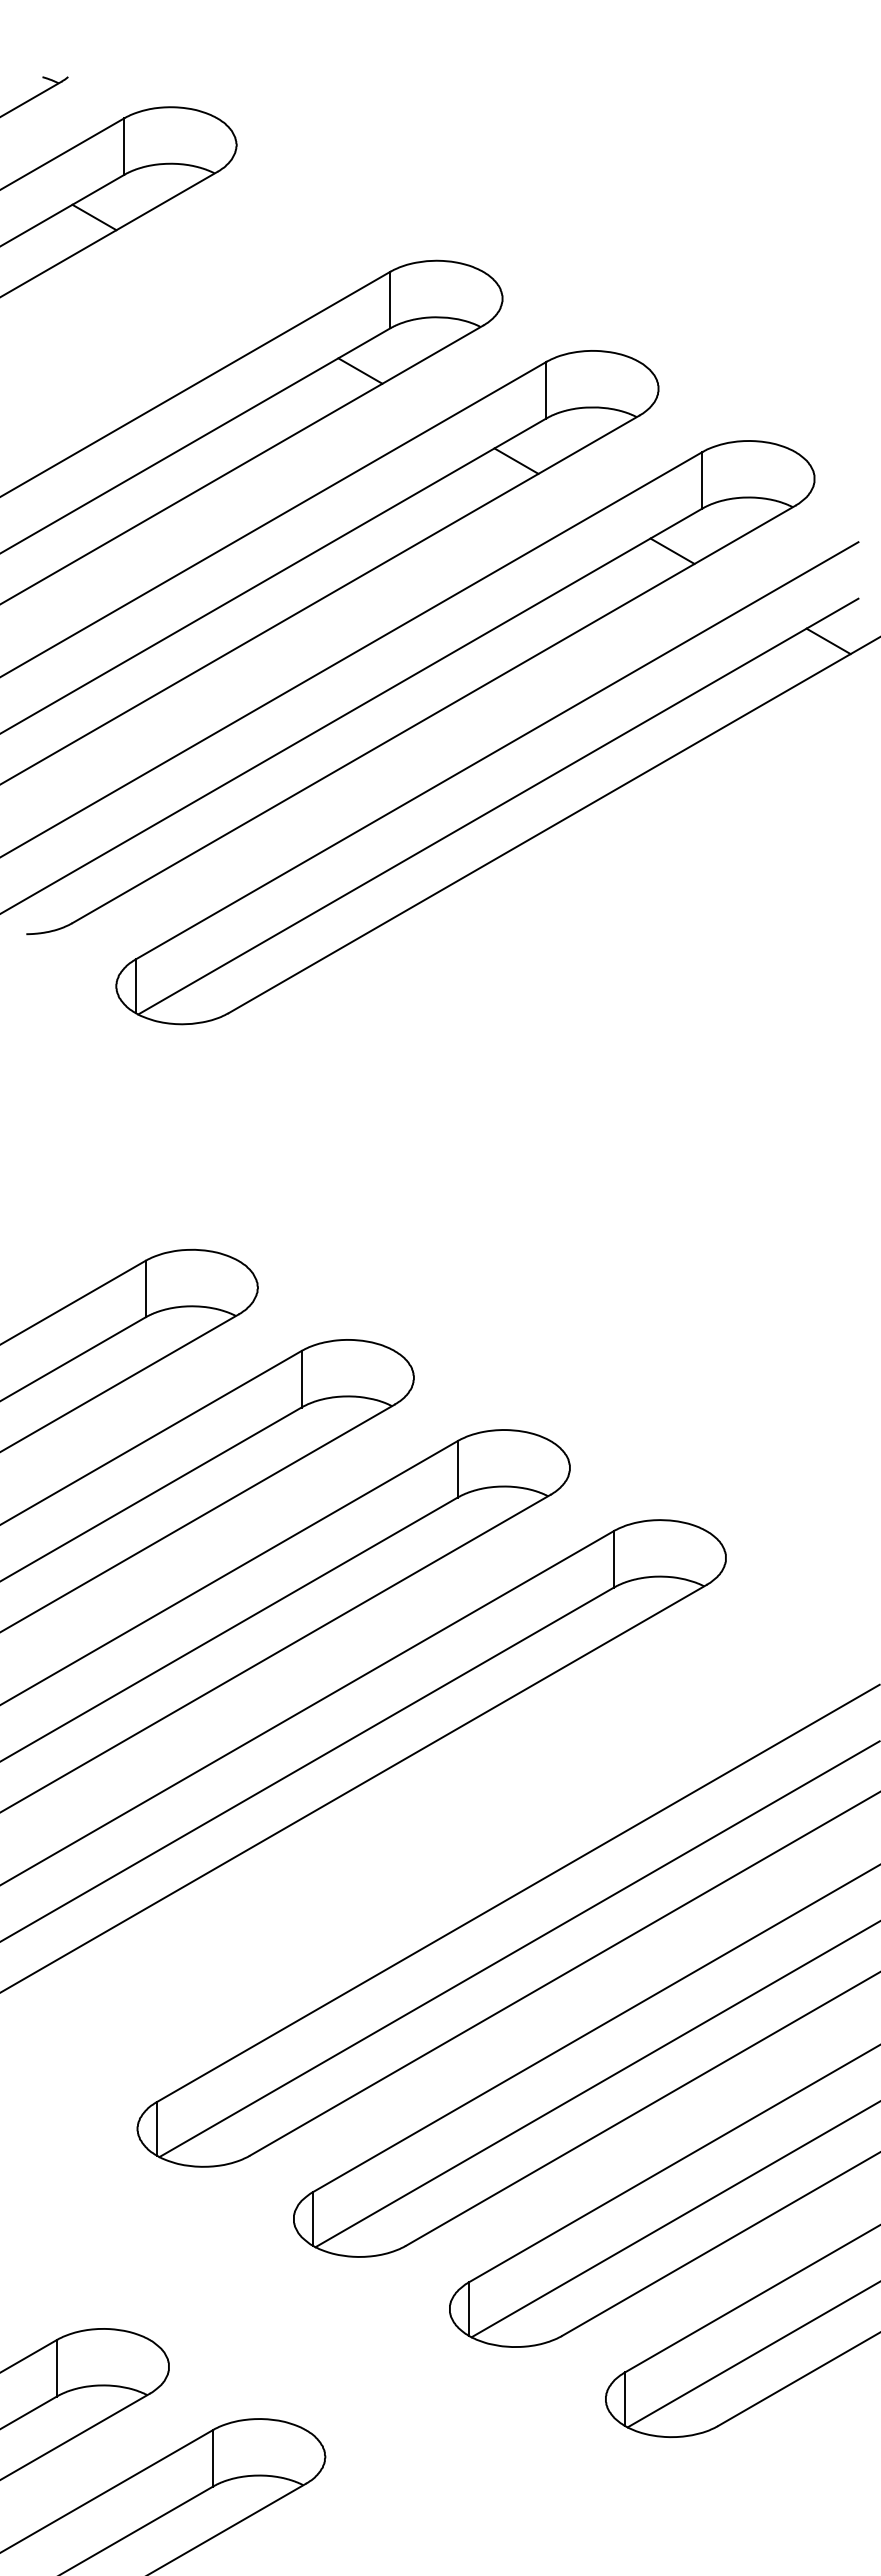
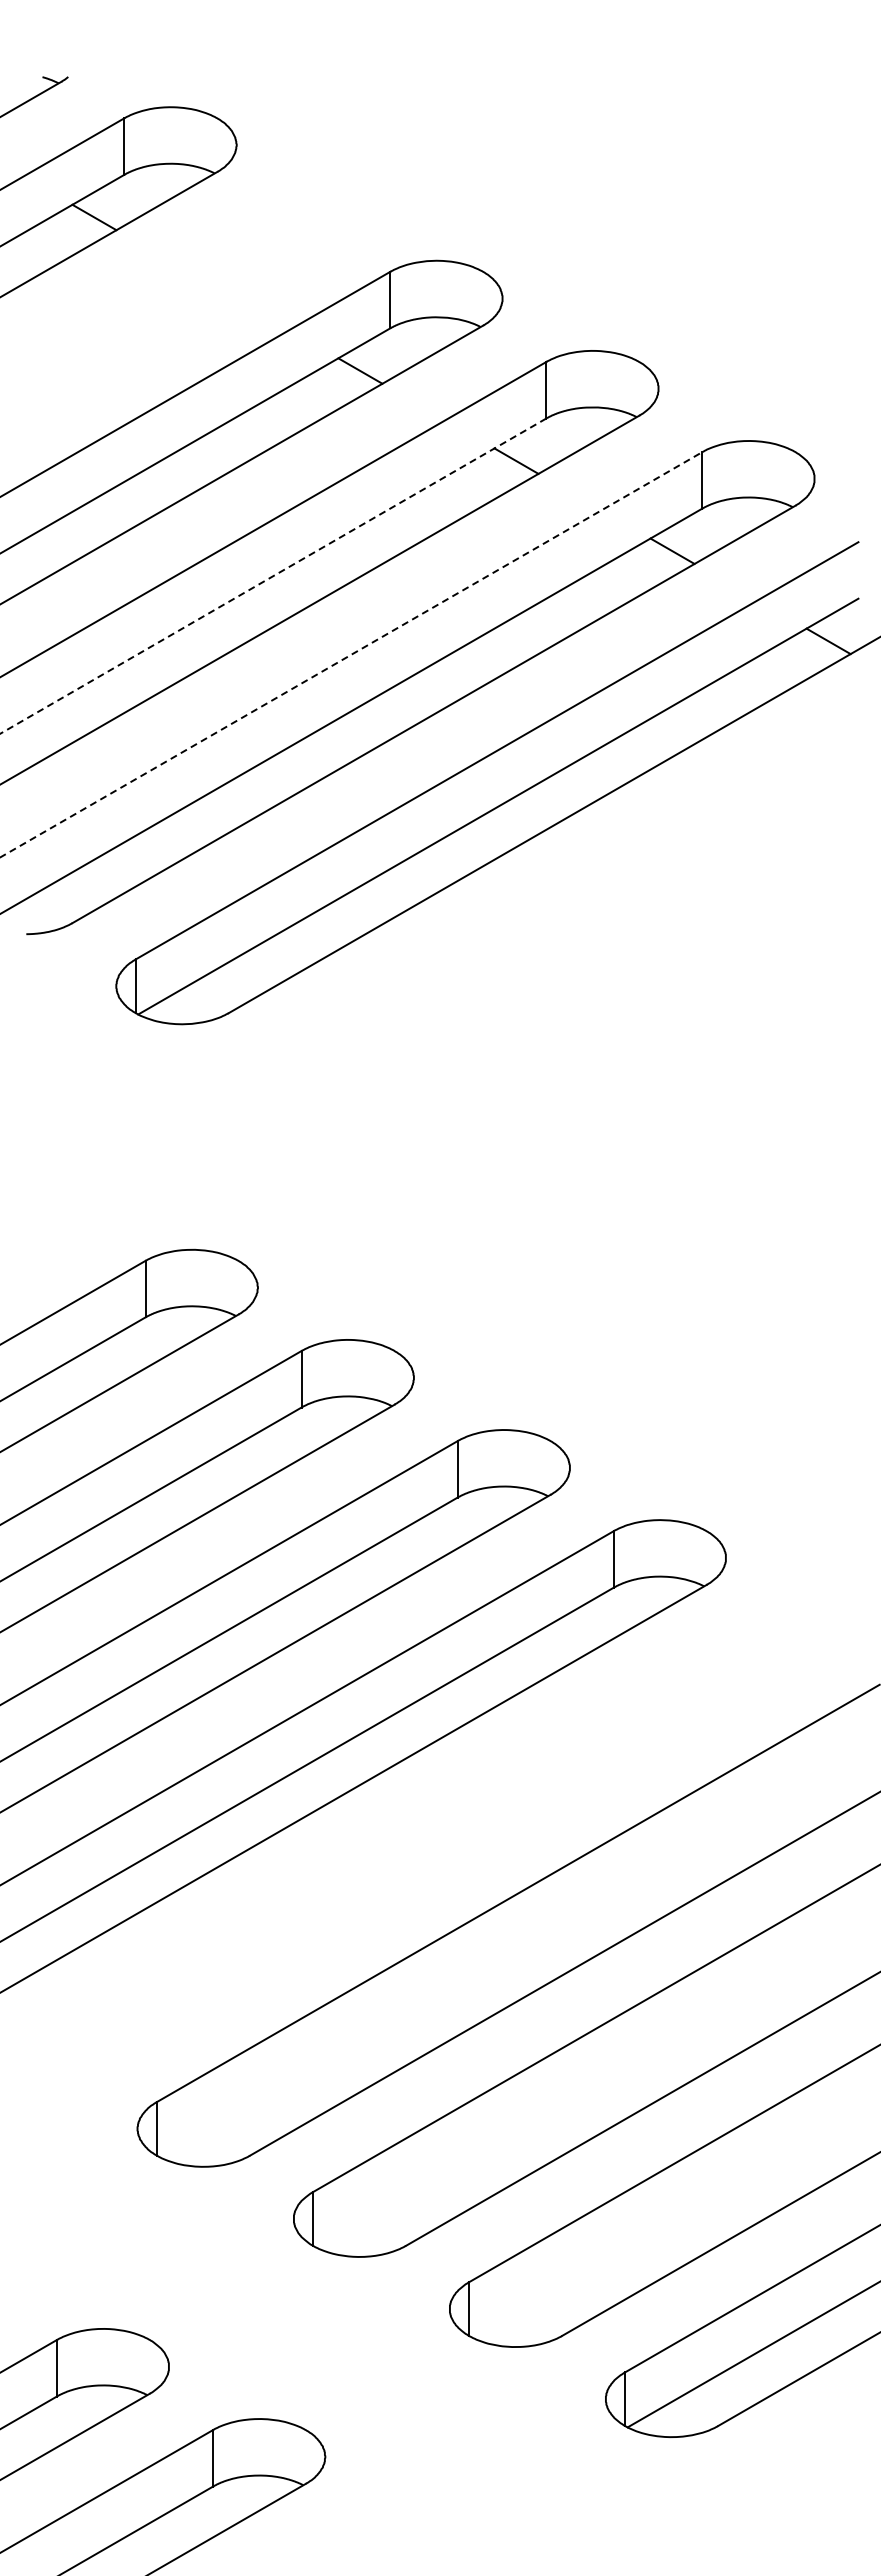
line at (272, 576): solid -> dashed
line at (351, 654): solid -> dashed
line at (518, 1949): present -> none
line at (596, 2084): present -> none
line at (674, 2220): present -> none
